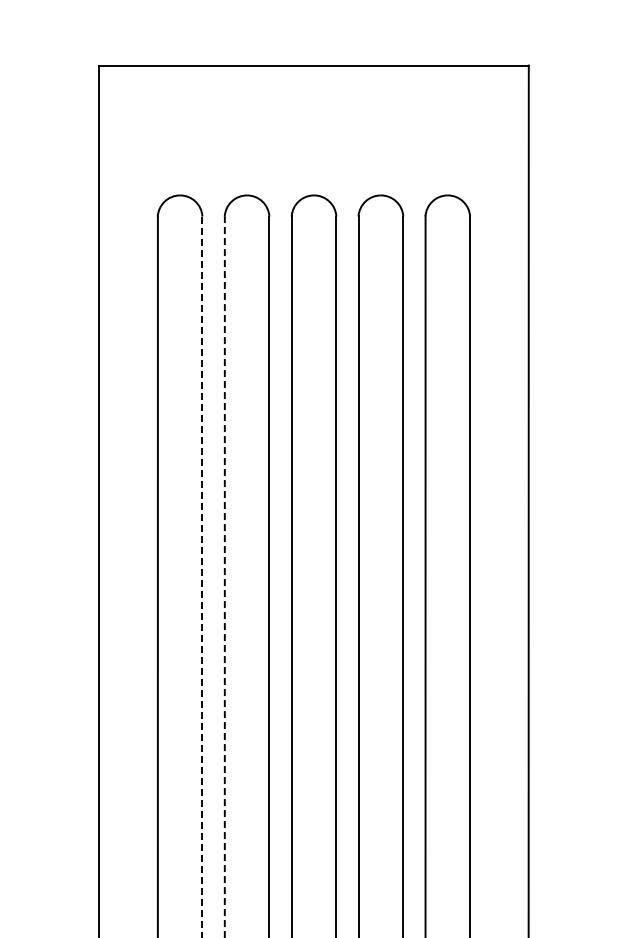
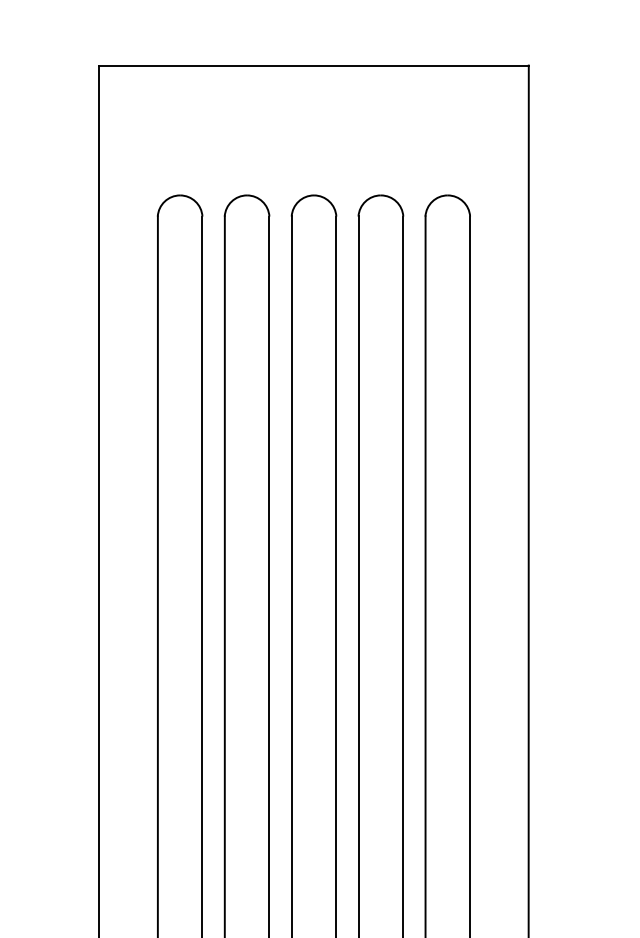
line at (224, 576): dashed -> solid
line at (202, 577): dashed -> solid
